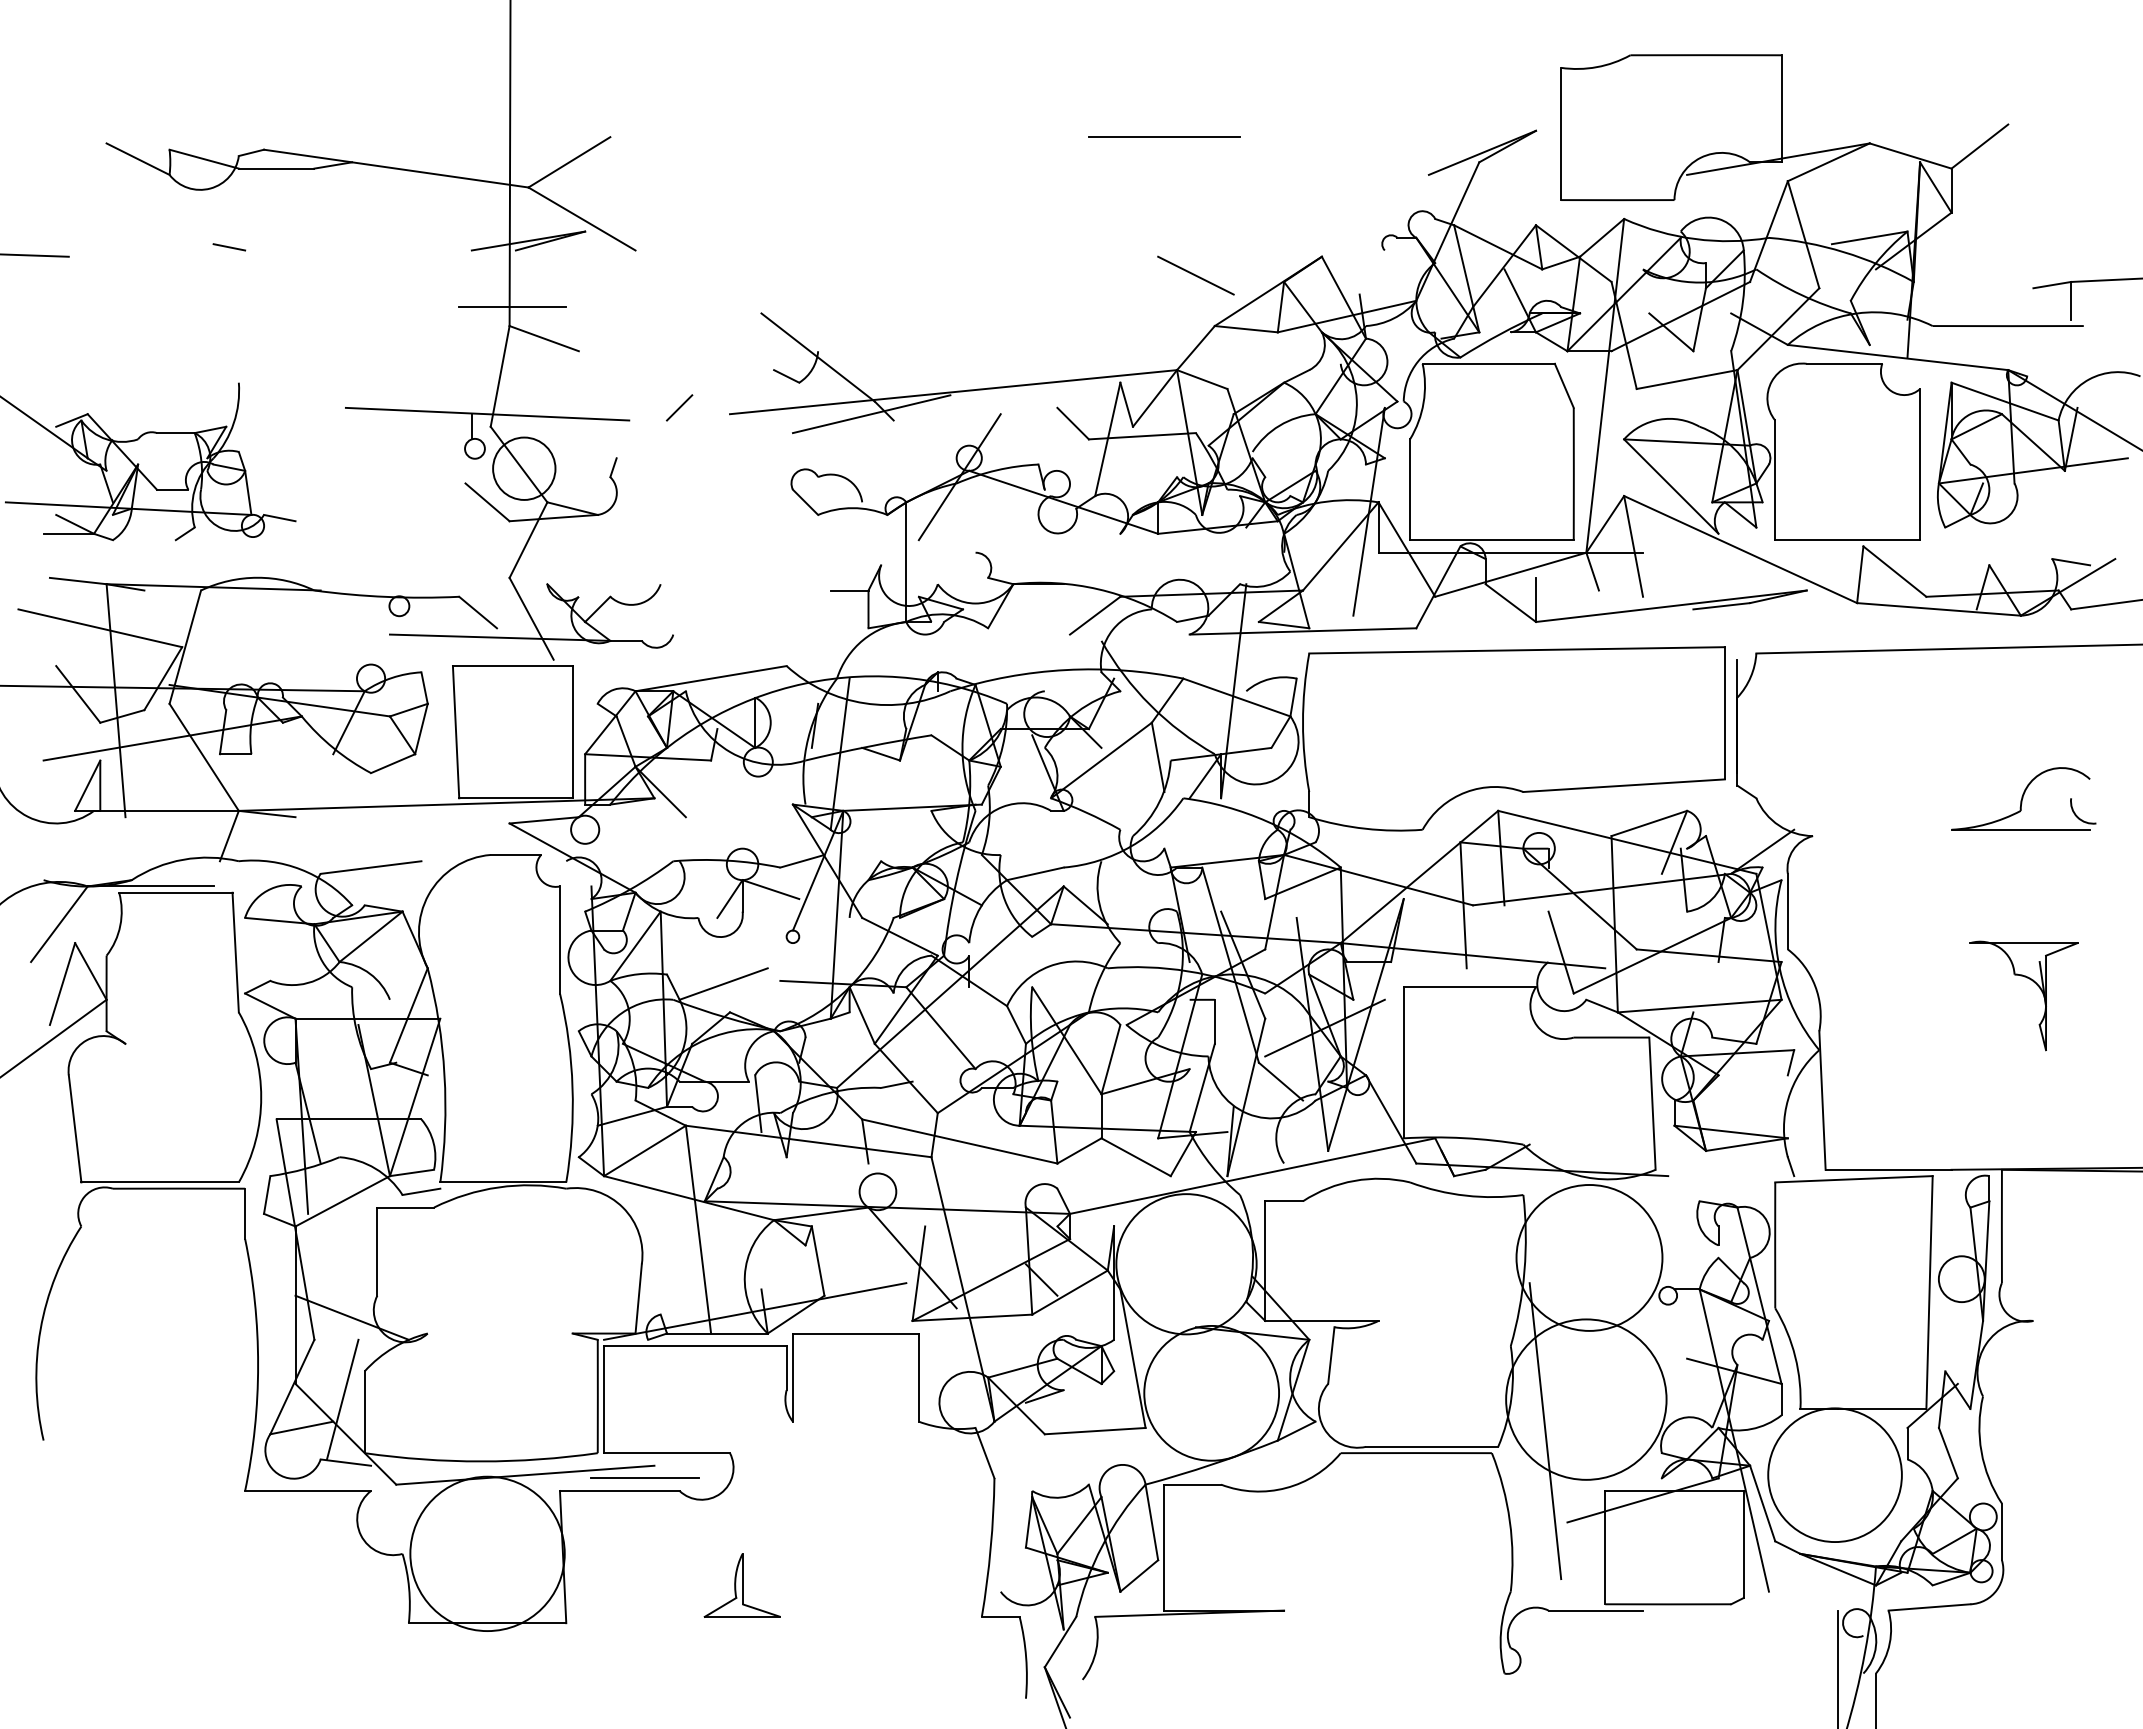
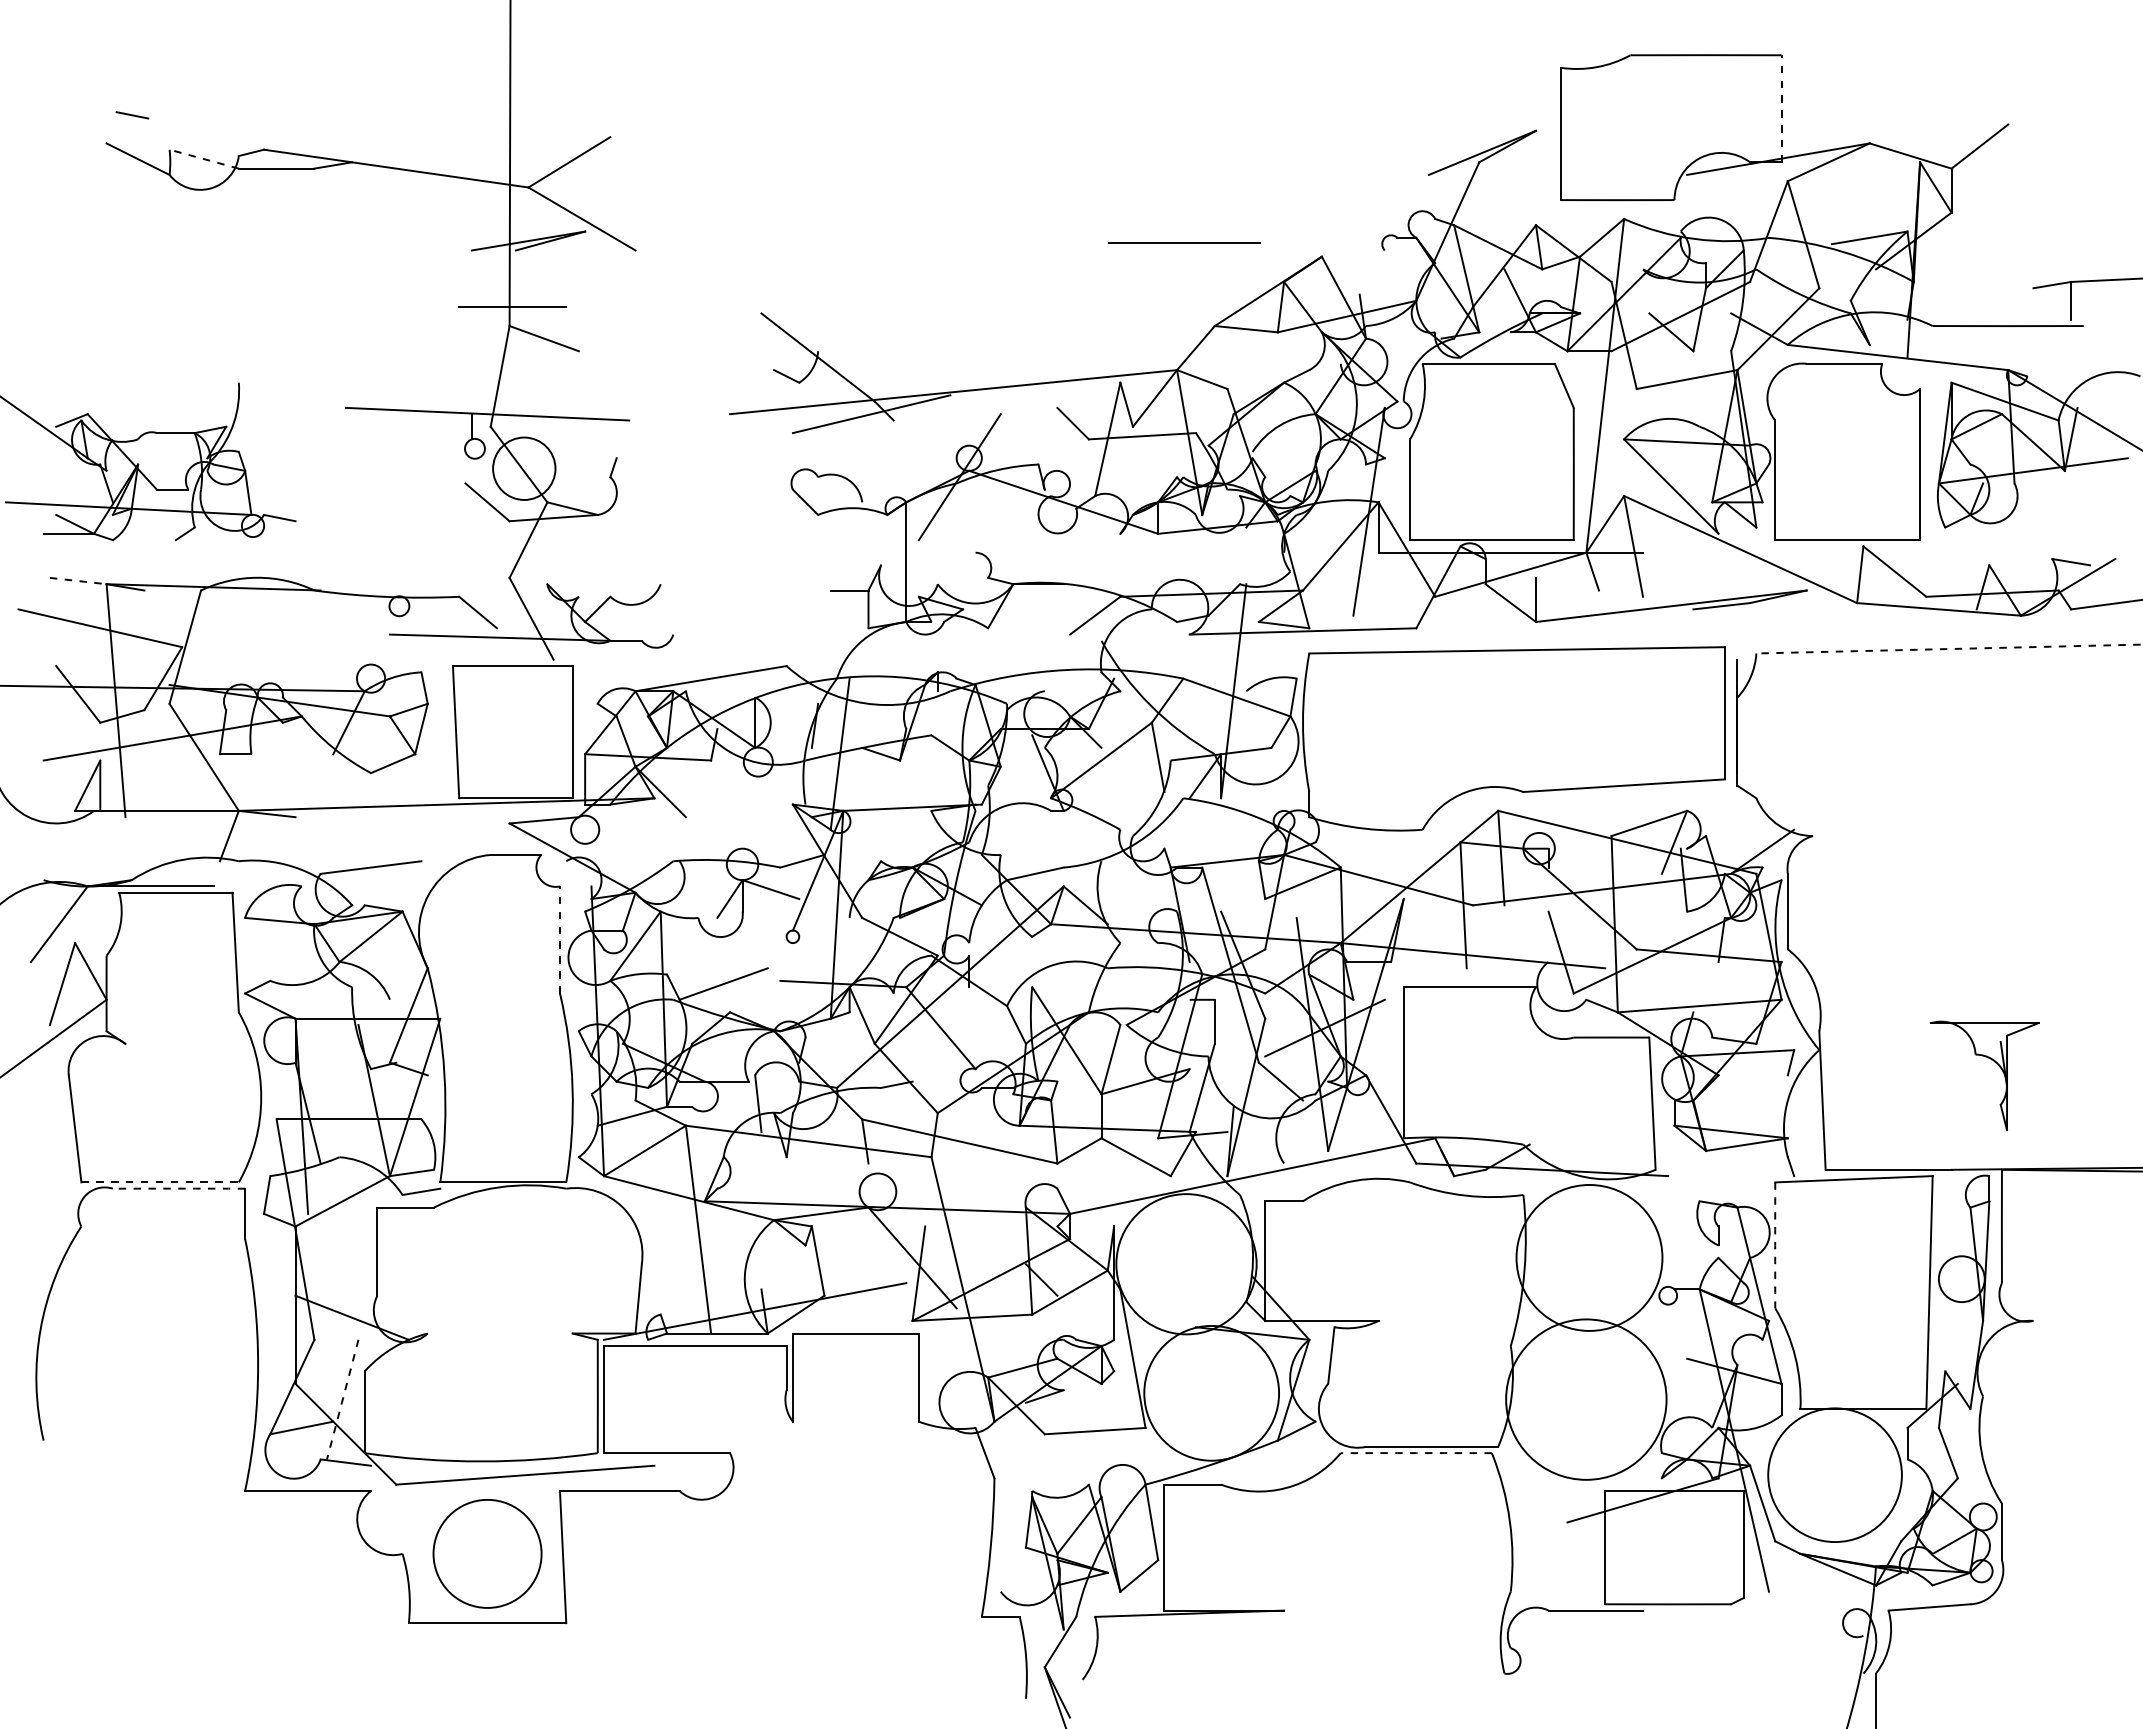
line at (1781, 108): solid -> dashed
line at (1164, 136) position: (1164, 136) -> (1184, 242)
line at (204, 159): solid -> dashed
line at (229, 247) position: (229, 247) -> (132, 115)
line at (35, 255): present -> none
line at (1195, 275): present -> none
line at (679, 407): present -> none
line at (78, 581): solid -> dashed
line at (1949, 649): solid -> dashed
part at (2023, 798): present -> none
line at (559, 939): solid -> dashed
part at (2034, 983) position: (2034, 983) -> (1995, 1063)
line at (160, 1182): solid -> dashed
arc at (179, 1188): solid -> dashed
arc at (1775, 1245): solid -> dashed
line at (342, 1399): solid -> dashed
line at (1545, 1431): present -> none
arc at (1416, 1453): solid -> dashed
line at (644, 1478): present -> none
circle at (487, 1553) diameter: 154 px -> 108 px
part at (741, 1585): present -> none
line at (1838, 1667): present -> none
